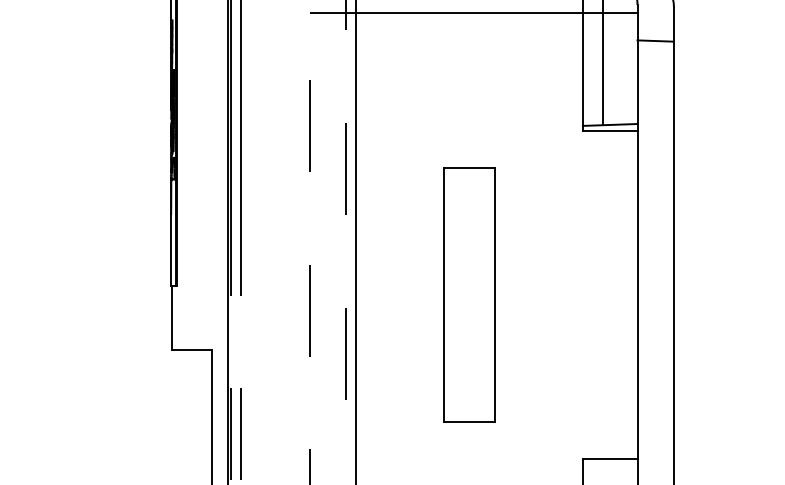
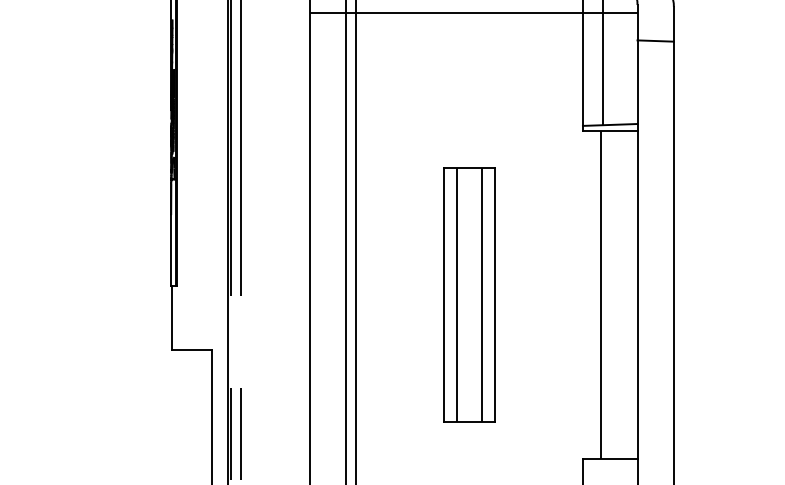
line at (310, 242): dashed -> solid
line at (346, 242): dashed -> solid
line at (456, 294): none -> present
line at (482, 294): none -> present
line at (601, 294): none -> present
